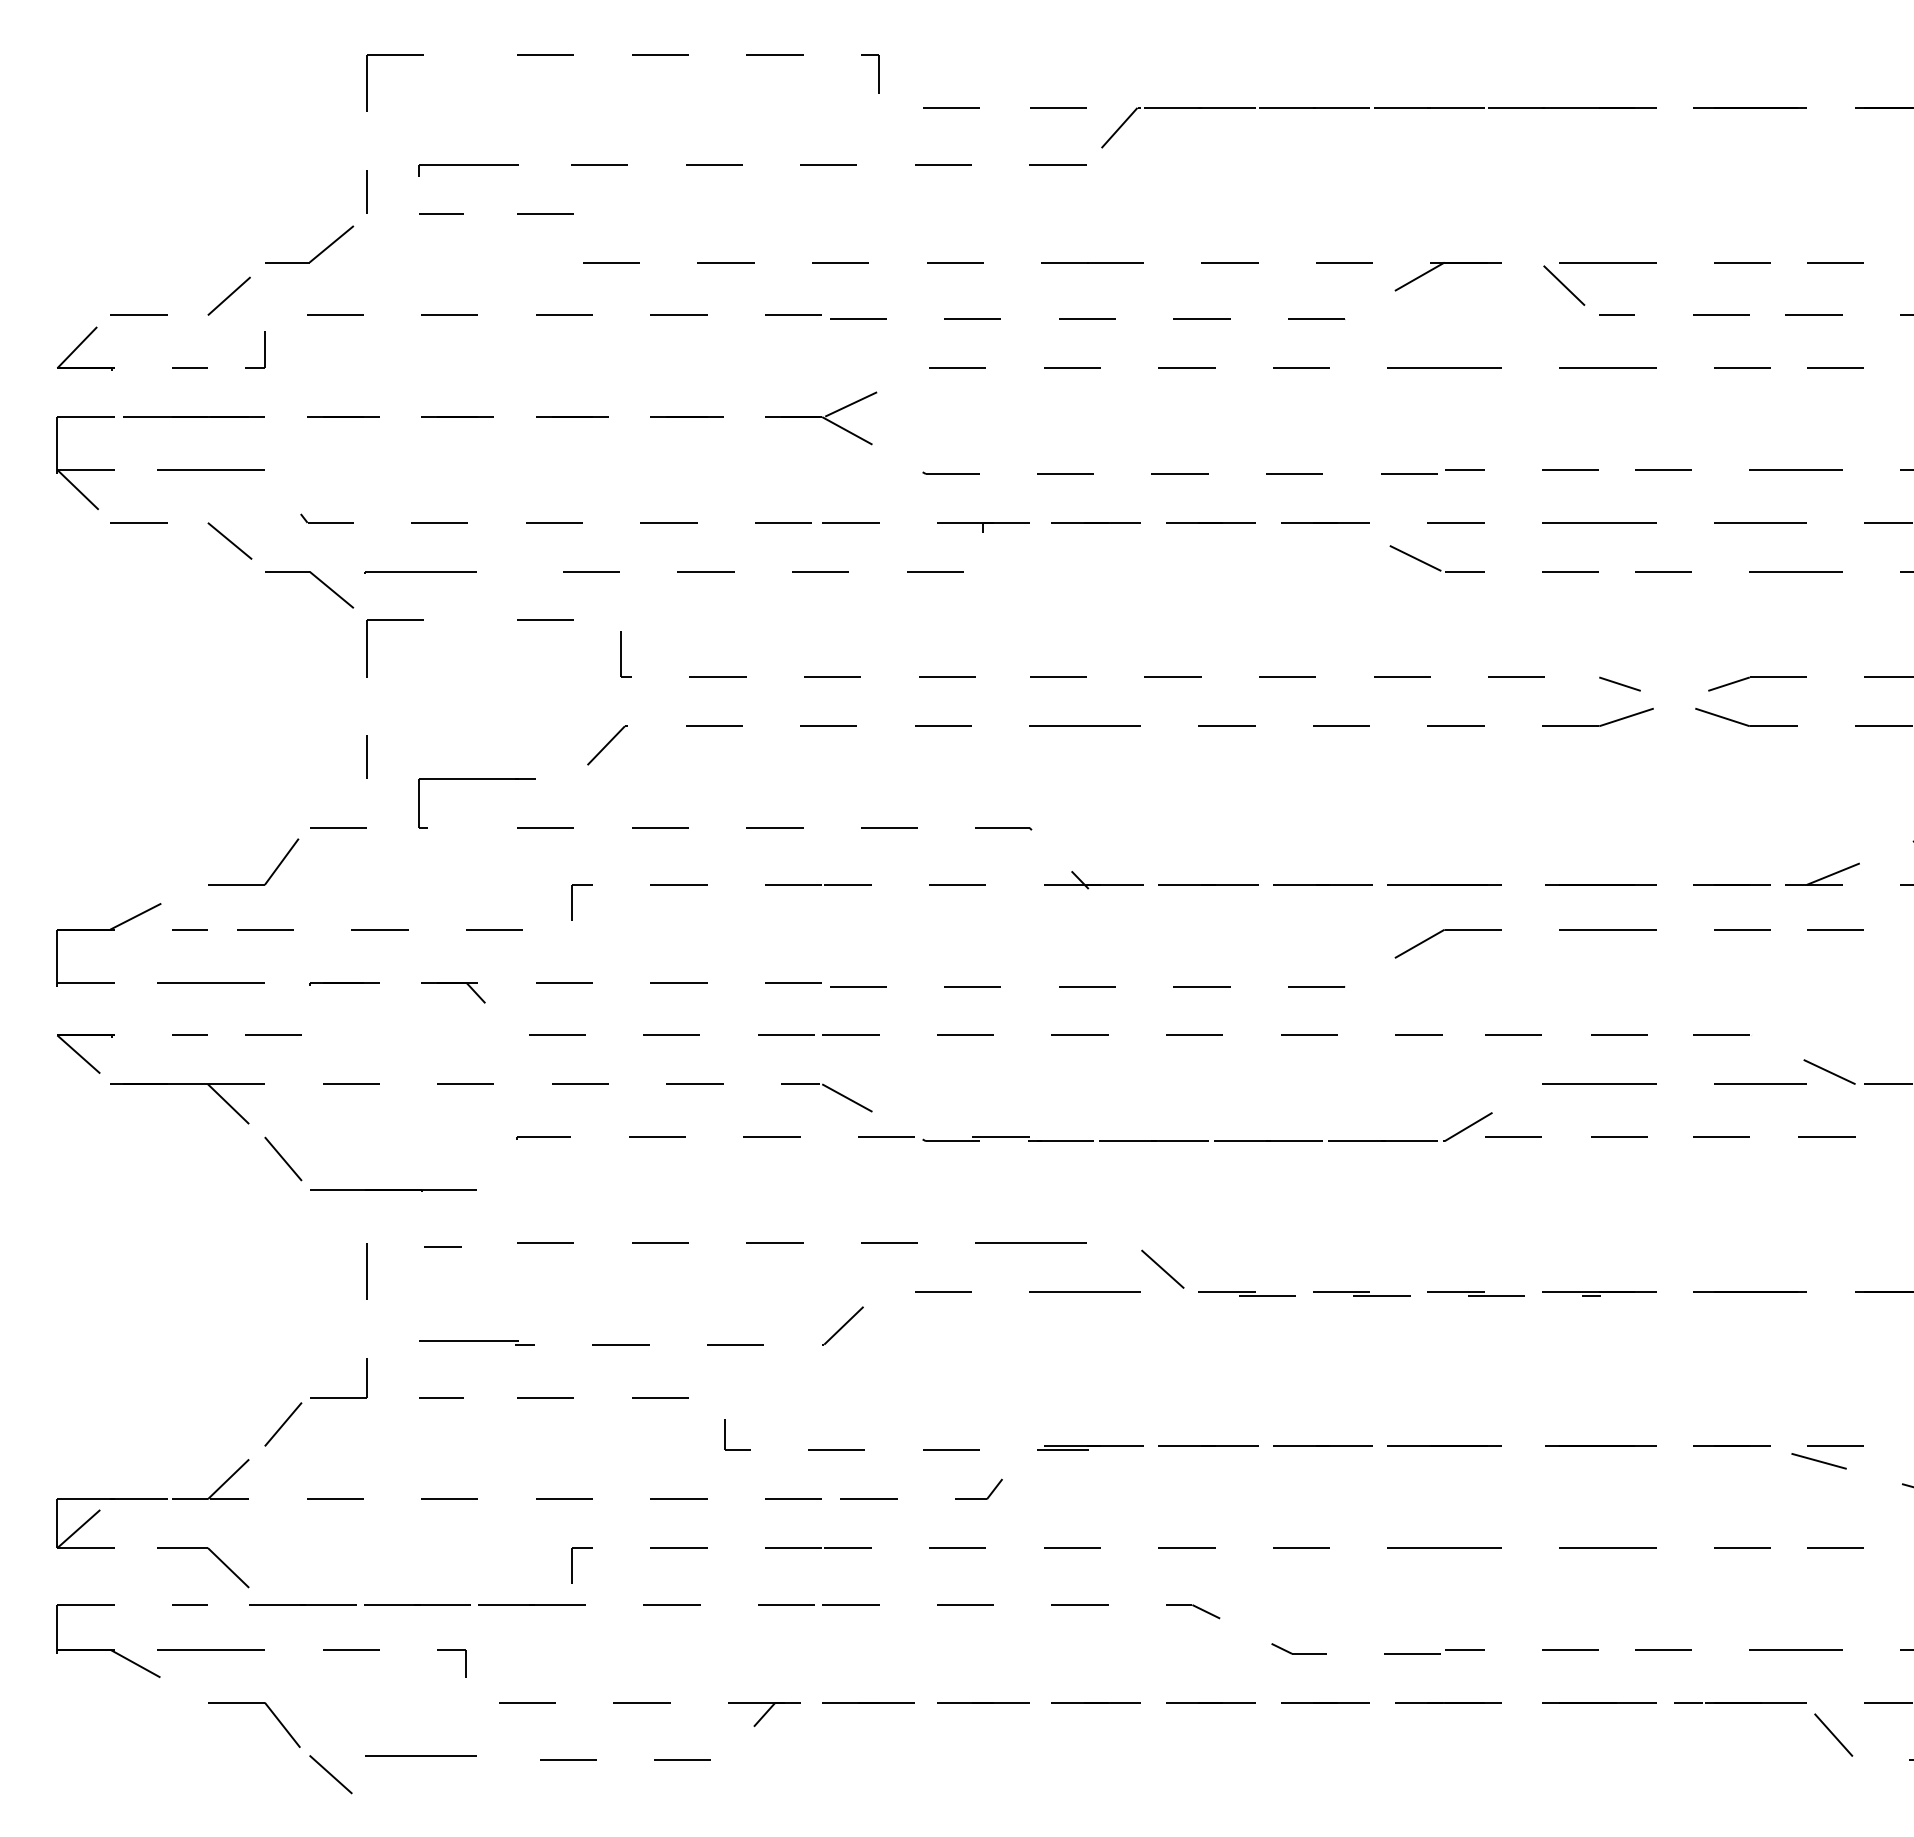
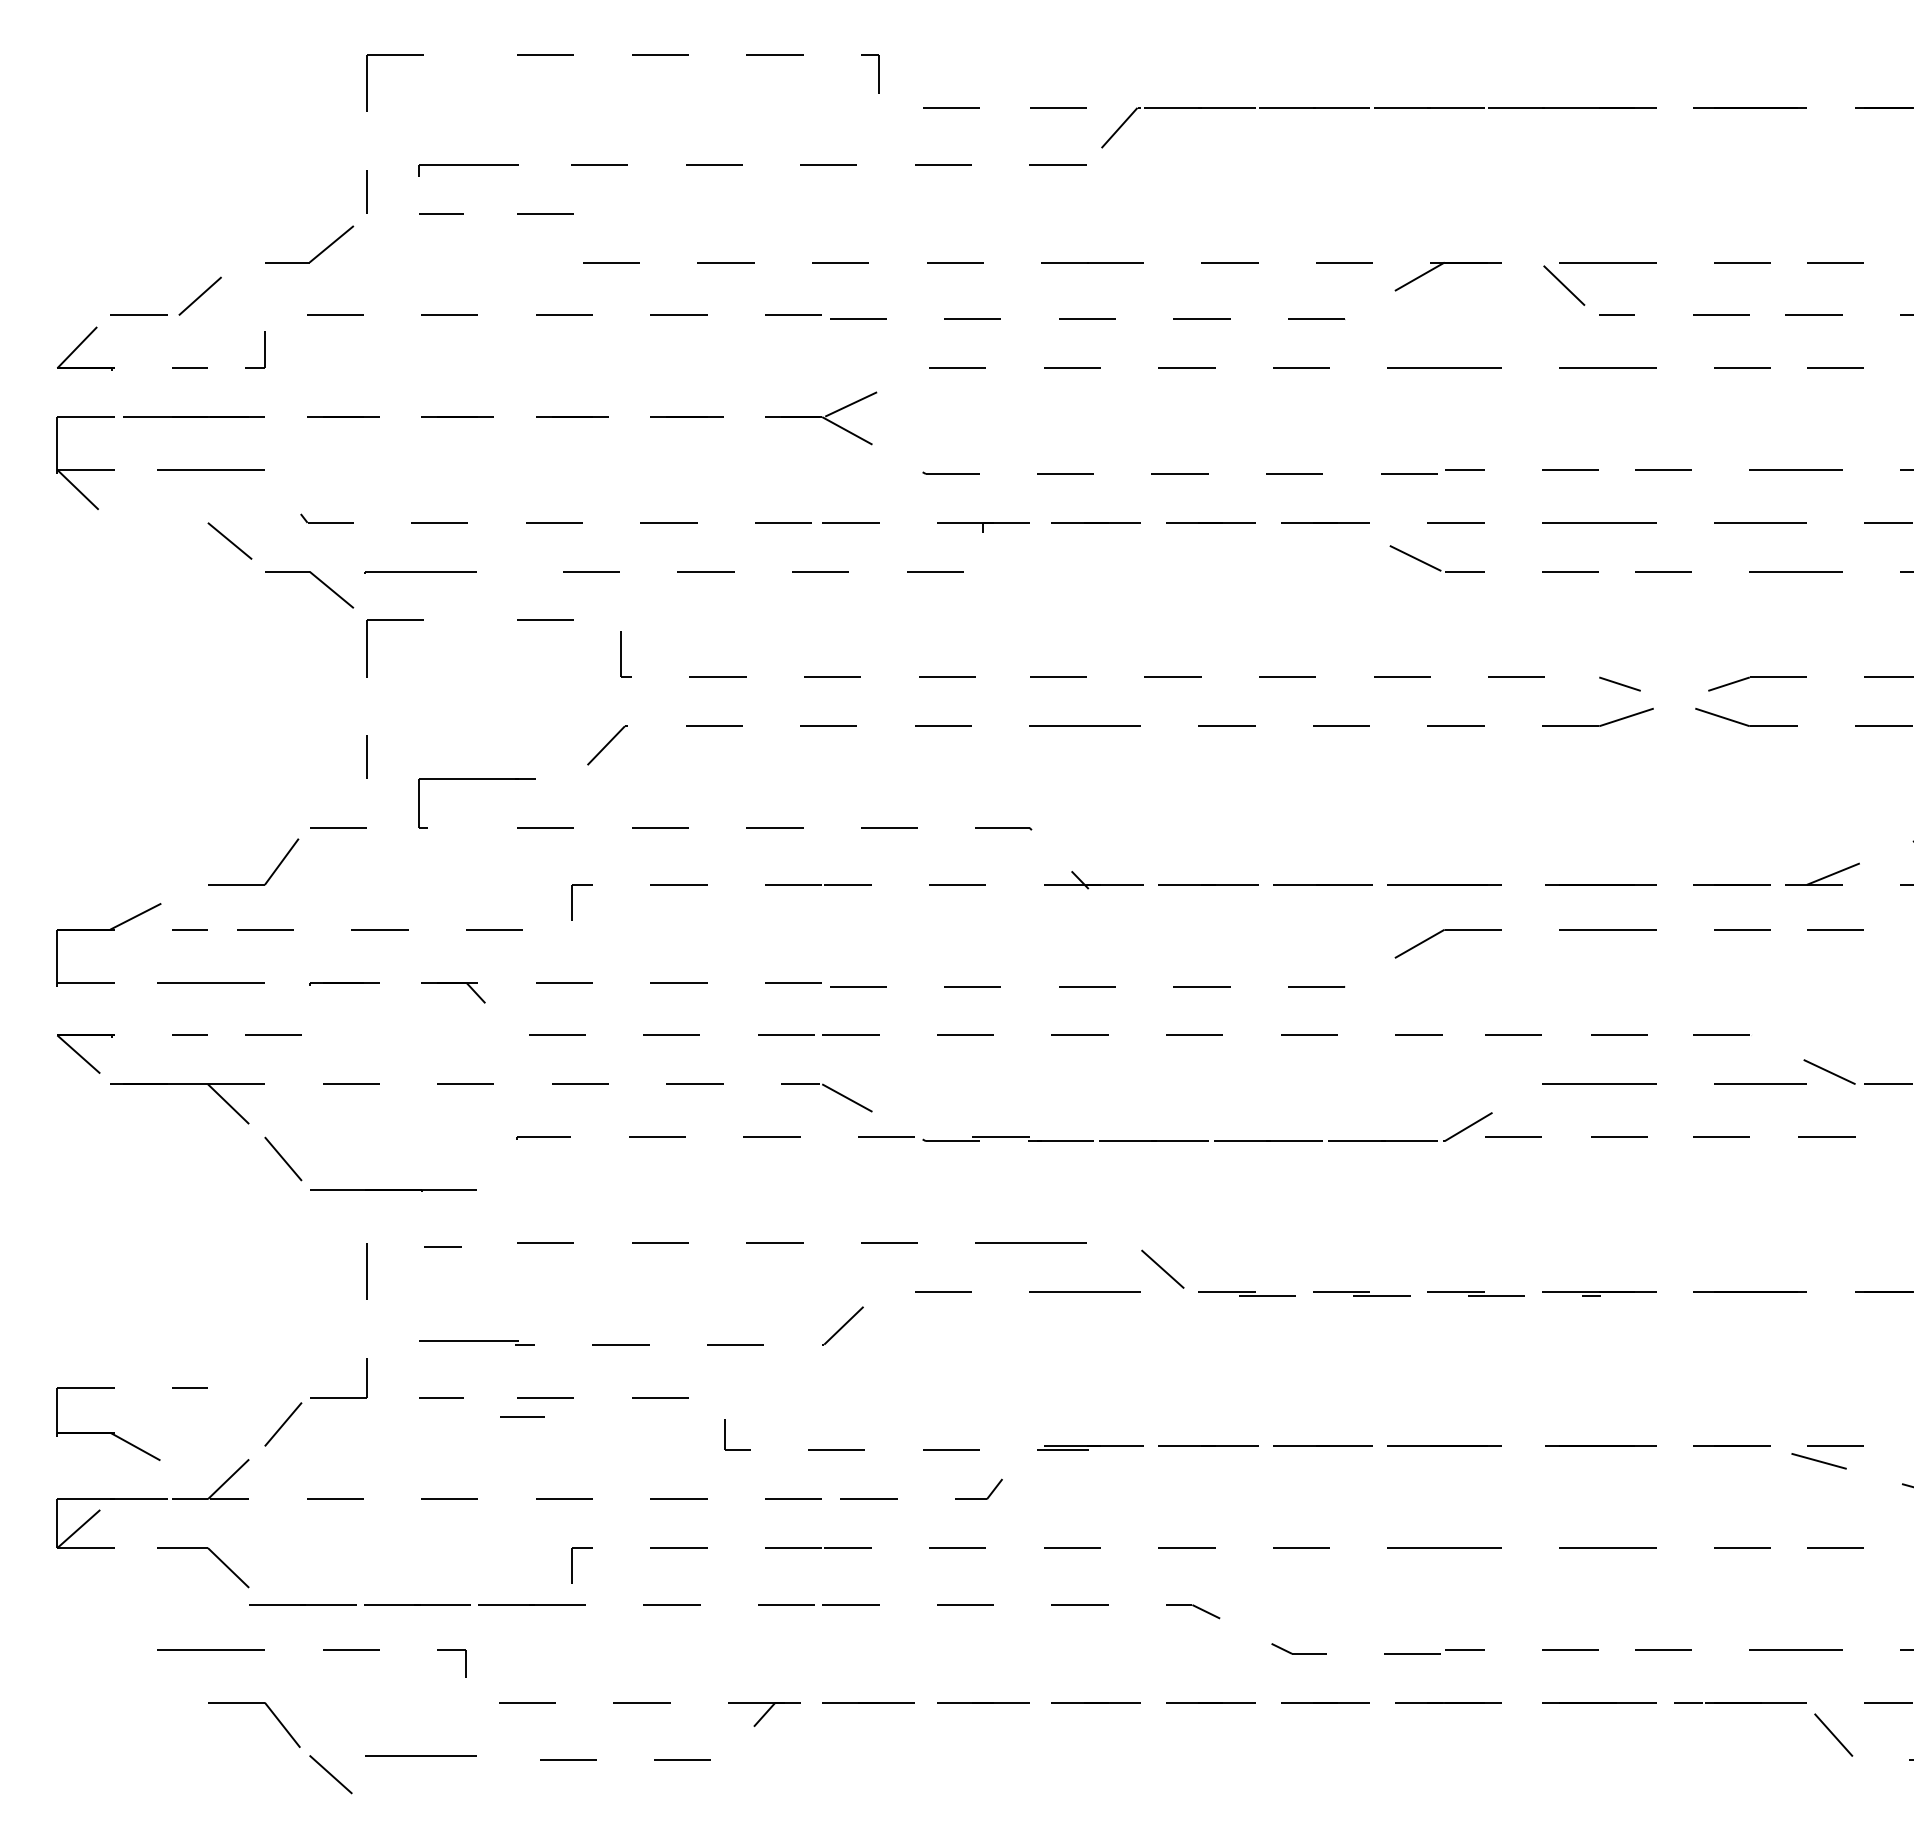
line at (228, 295) position: (228, 295) -> (199, 295)
line at (138, 522): present -> none
line at (522, 1416): none -> present
part at (121, 1654) position: (121, 1654) -> (121, 1437)
